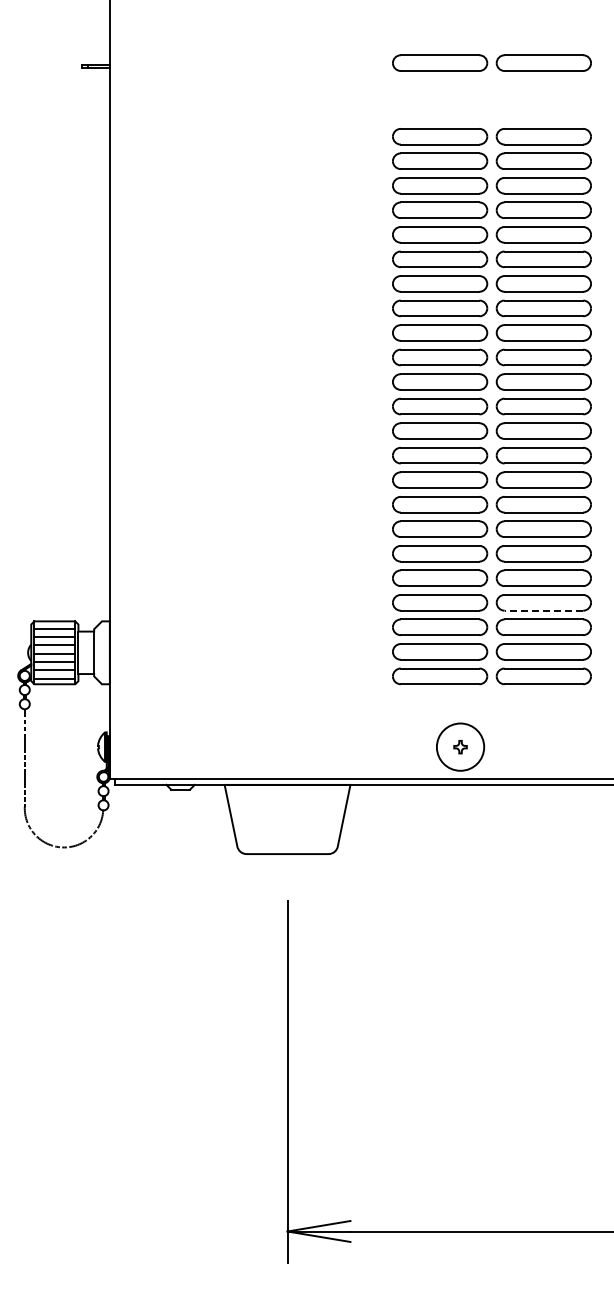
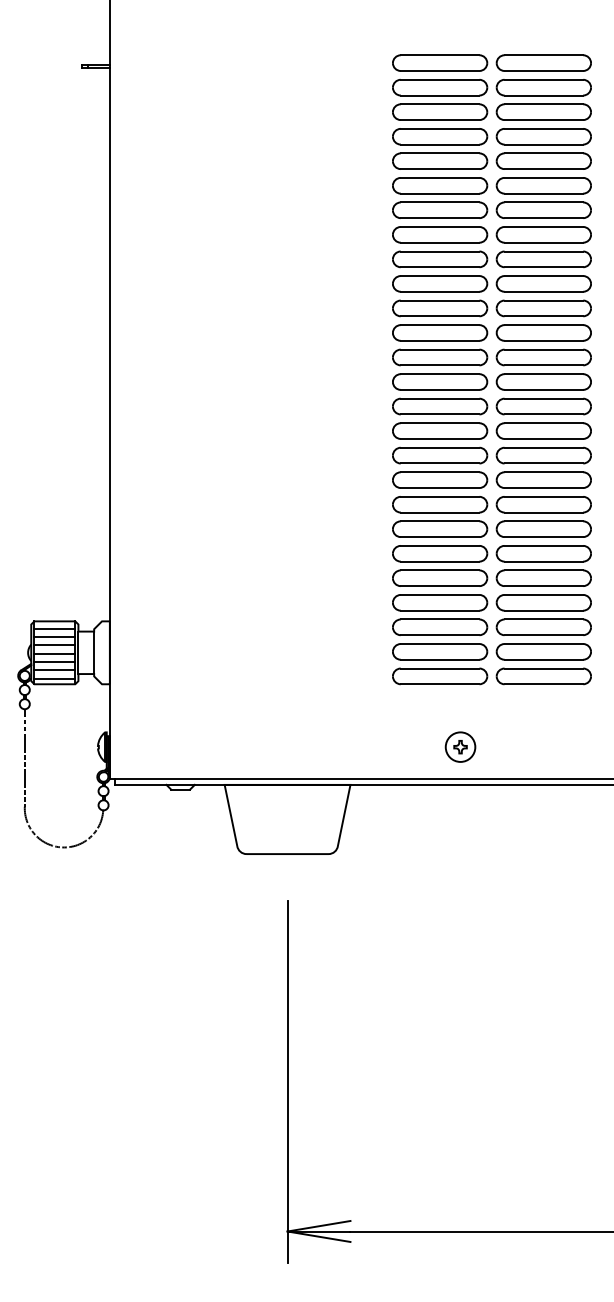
part at (485, 93): none -> present
line at (543, 610): dashed -> solid
circle at (460, 746) diameter: 47 px -> 30 px
